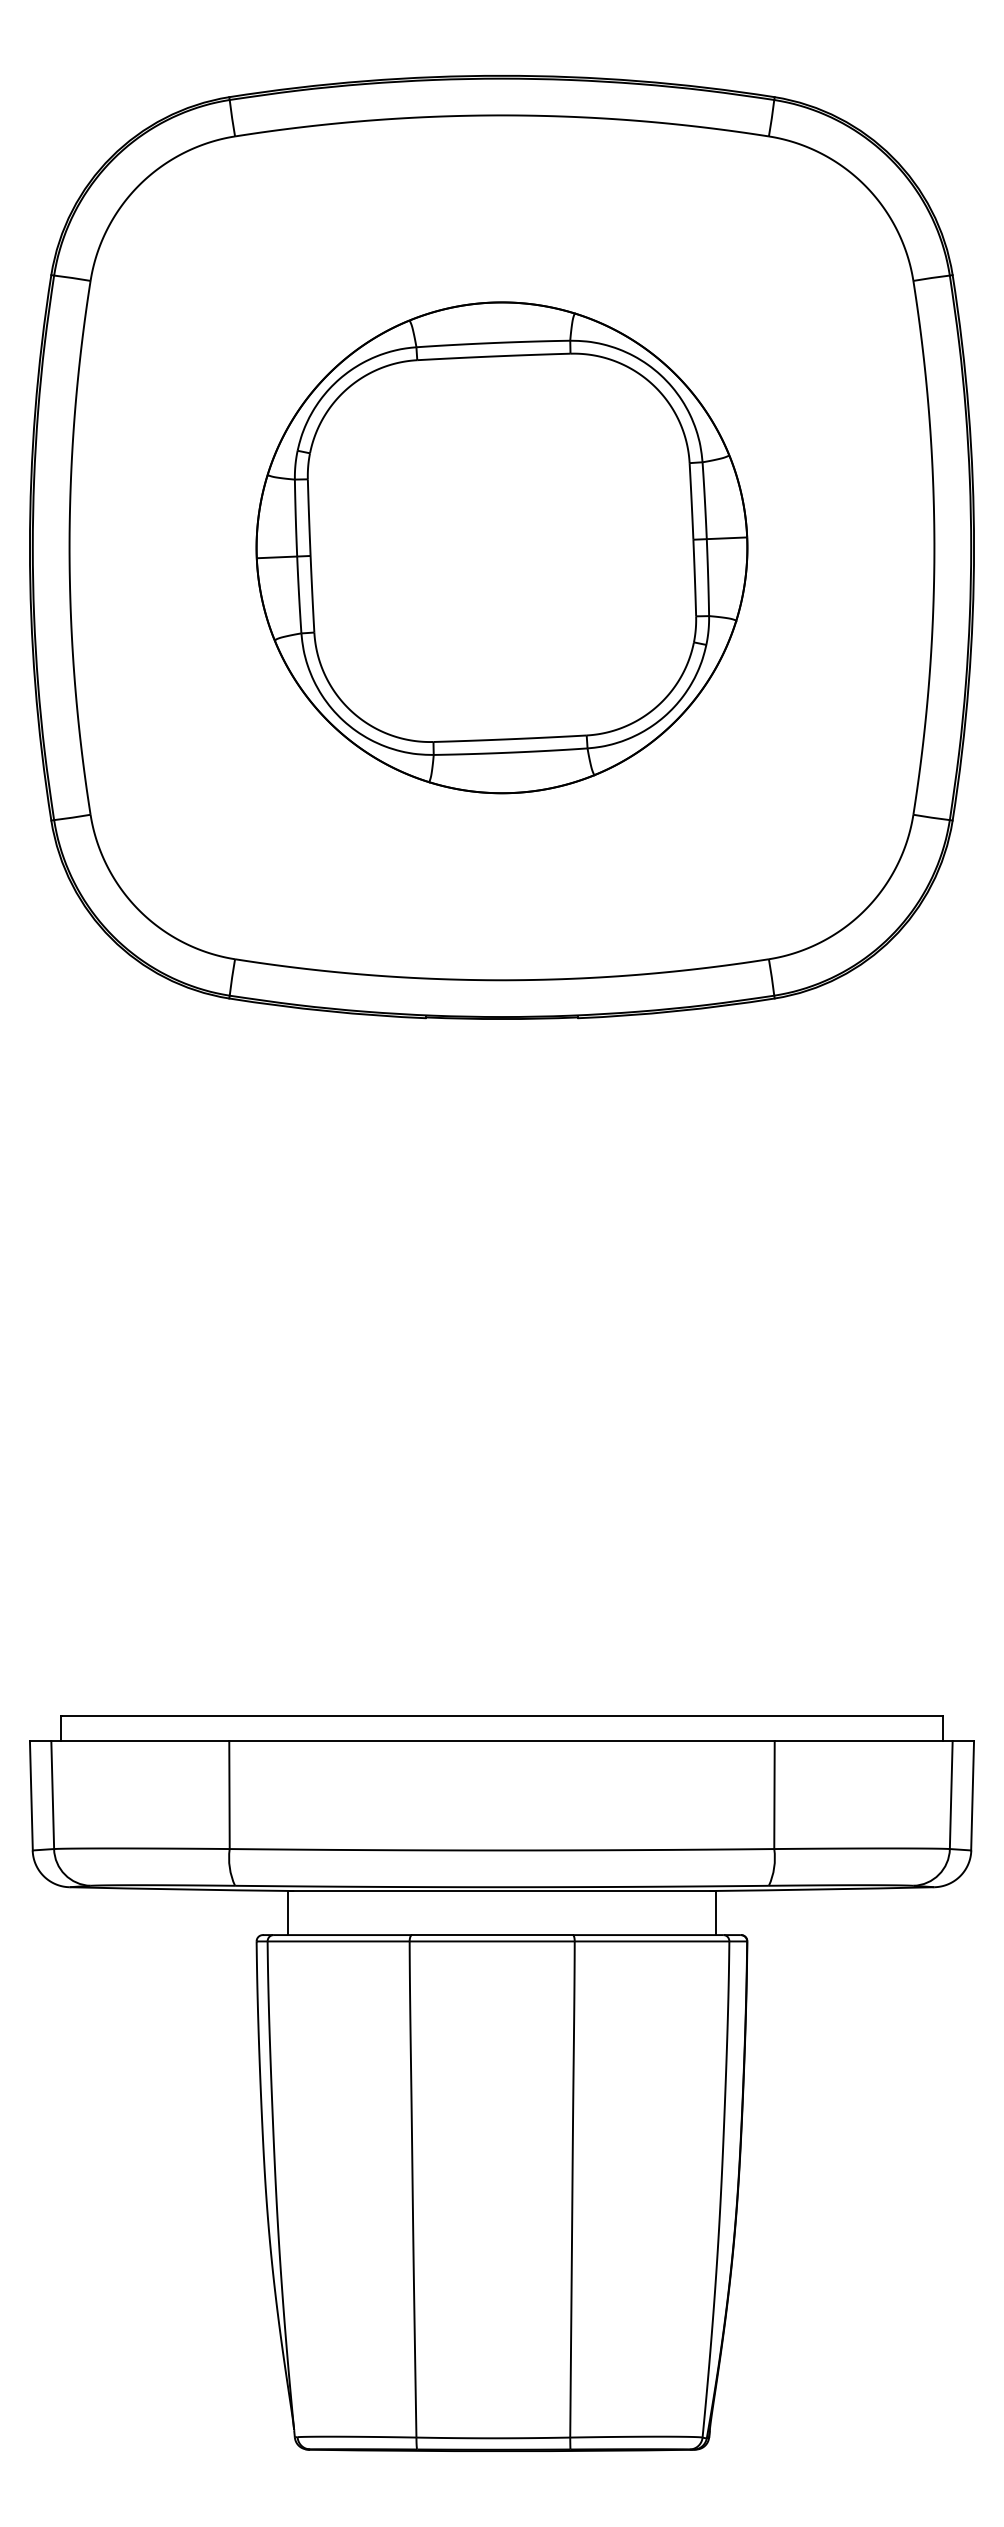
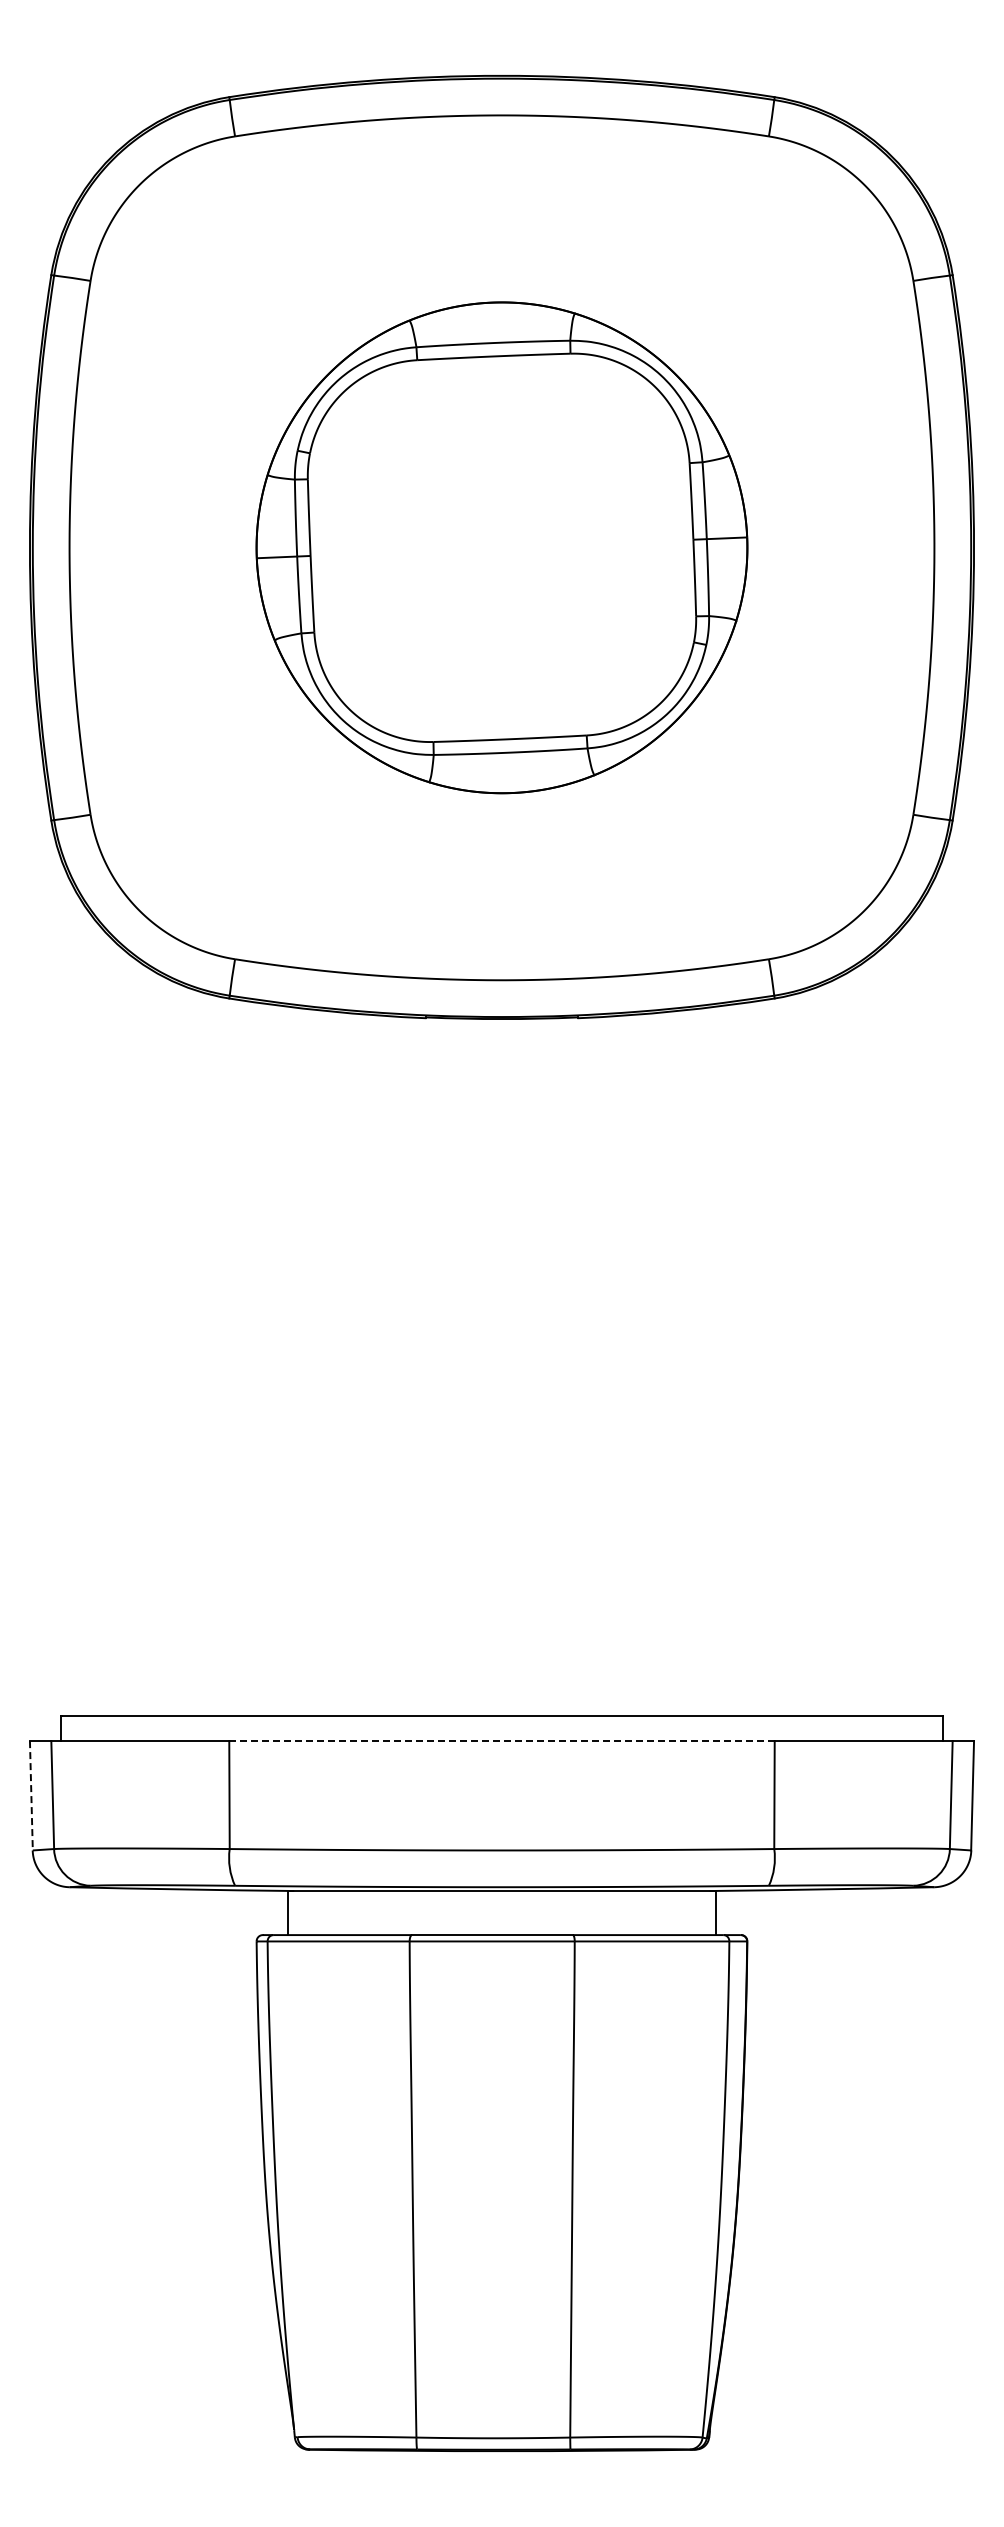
line at (501, 1741): solid -> dashed
line at (31, 1795): solid -> dashed
